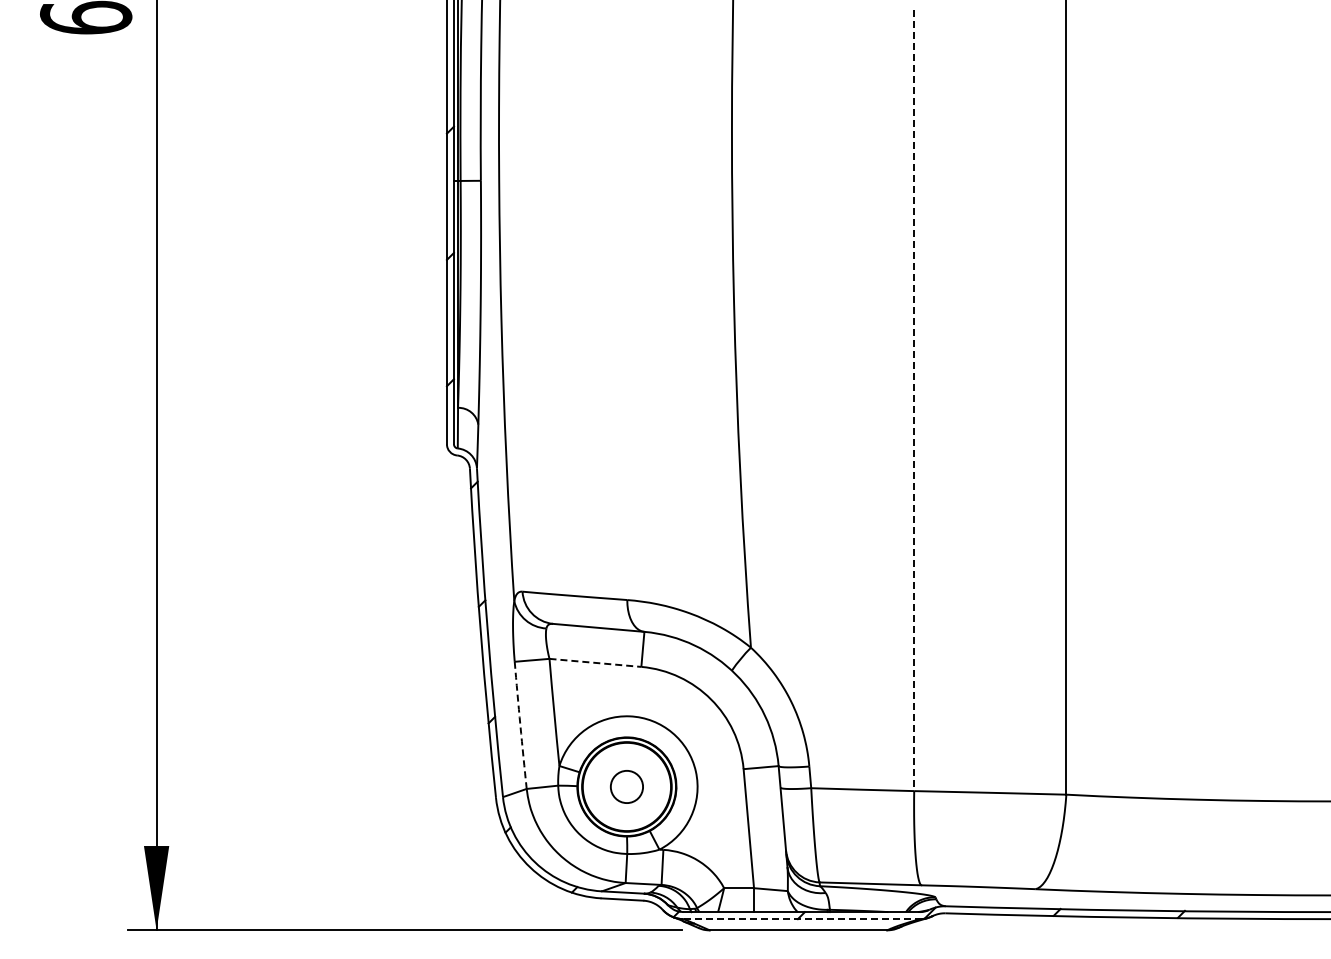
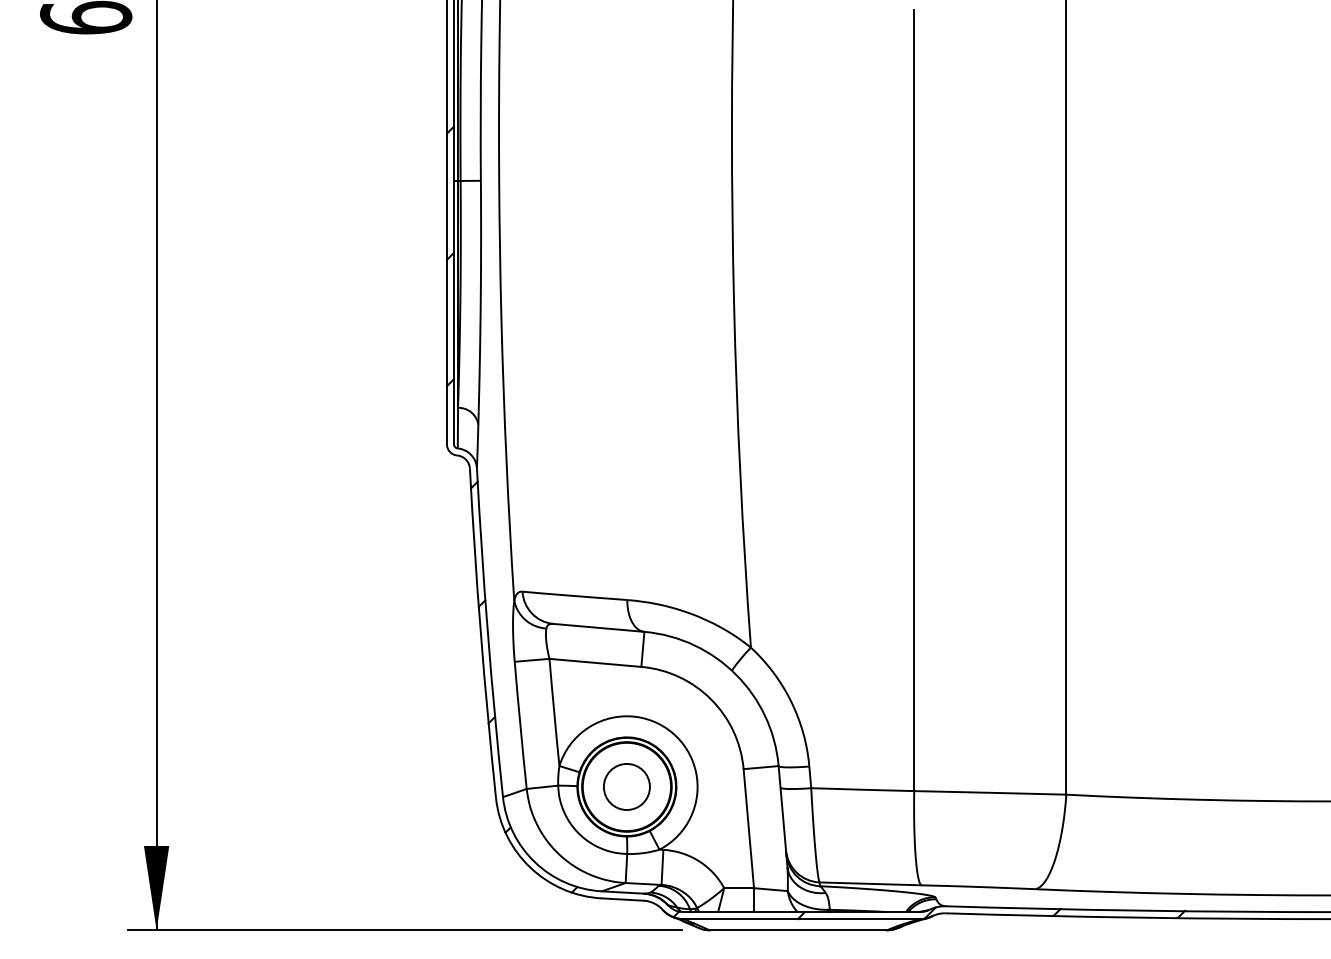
line at (914, 400): dashed -> solid
line at (595, 662): dashed -> solid
arc at (520, 725): dashed -> solid
circle at (626, 786) size: 34x34 px -> 48x48 px
line at (802, 919): dashed -> solid
